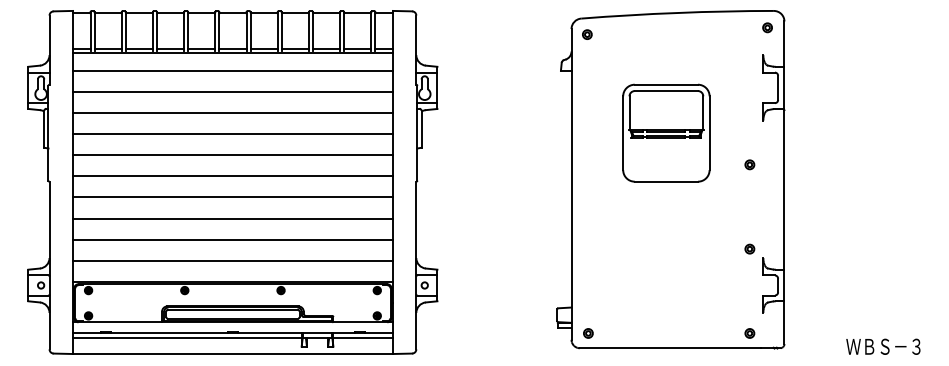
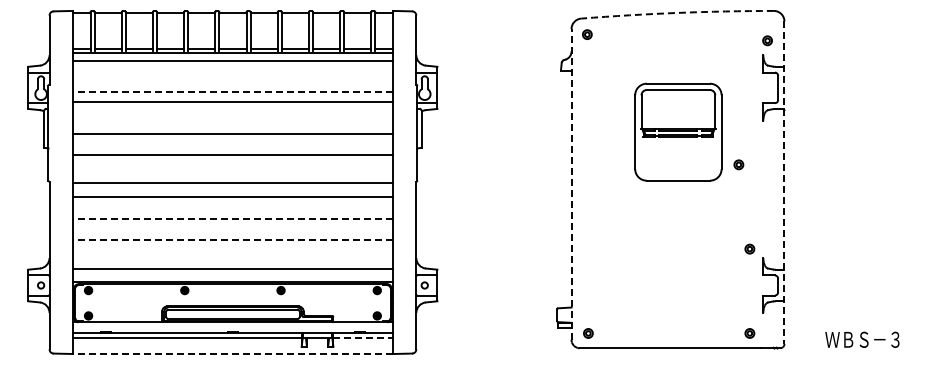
arc at (677, 12): solid -> dashed
part at (767, 27) position: (767, 27) -> (767, 40)
line at (232, 70) position: (232, 70) -> (232, 60)
line at (232, 91): solid -> dashed
line at (232, 112) position: (232, 112) -> (232, 101)
part at (666, 132) position: (666, 132) -> (678, 131)
part at (749, 164) position: (749, 164) -> (738, 164)
line at (232, 176) position: (232, 176) -> (232, 183)
line at (571, 183): solid -> dashed
line at (784, 183): solid -> dashed
line at (232, 218): solid -> dashed
line at (232, 239): solid -> dashed
line at (232, 260) position: (232, 260) -> (232, 268)
line at (363, 338): solid -> dashed
text at (883, 346) position: (883, 346) -> (862, 339)
line at (232, 354): solid -> dashed
